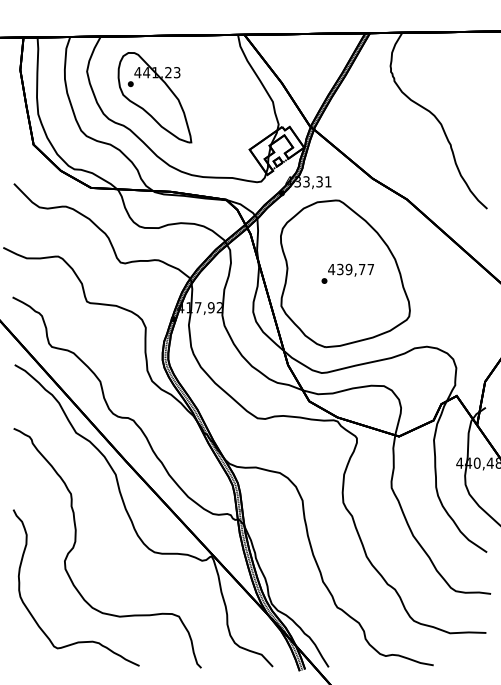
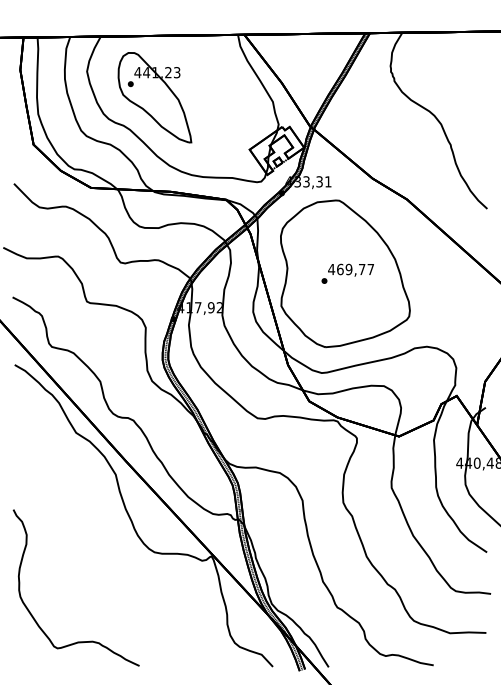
text at (340, 269): 439,77 -> 469,77
curve at (76, 541): present -> none
